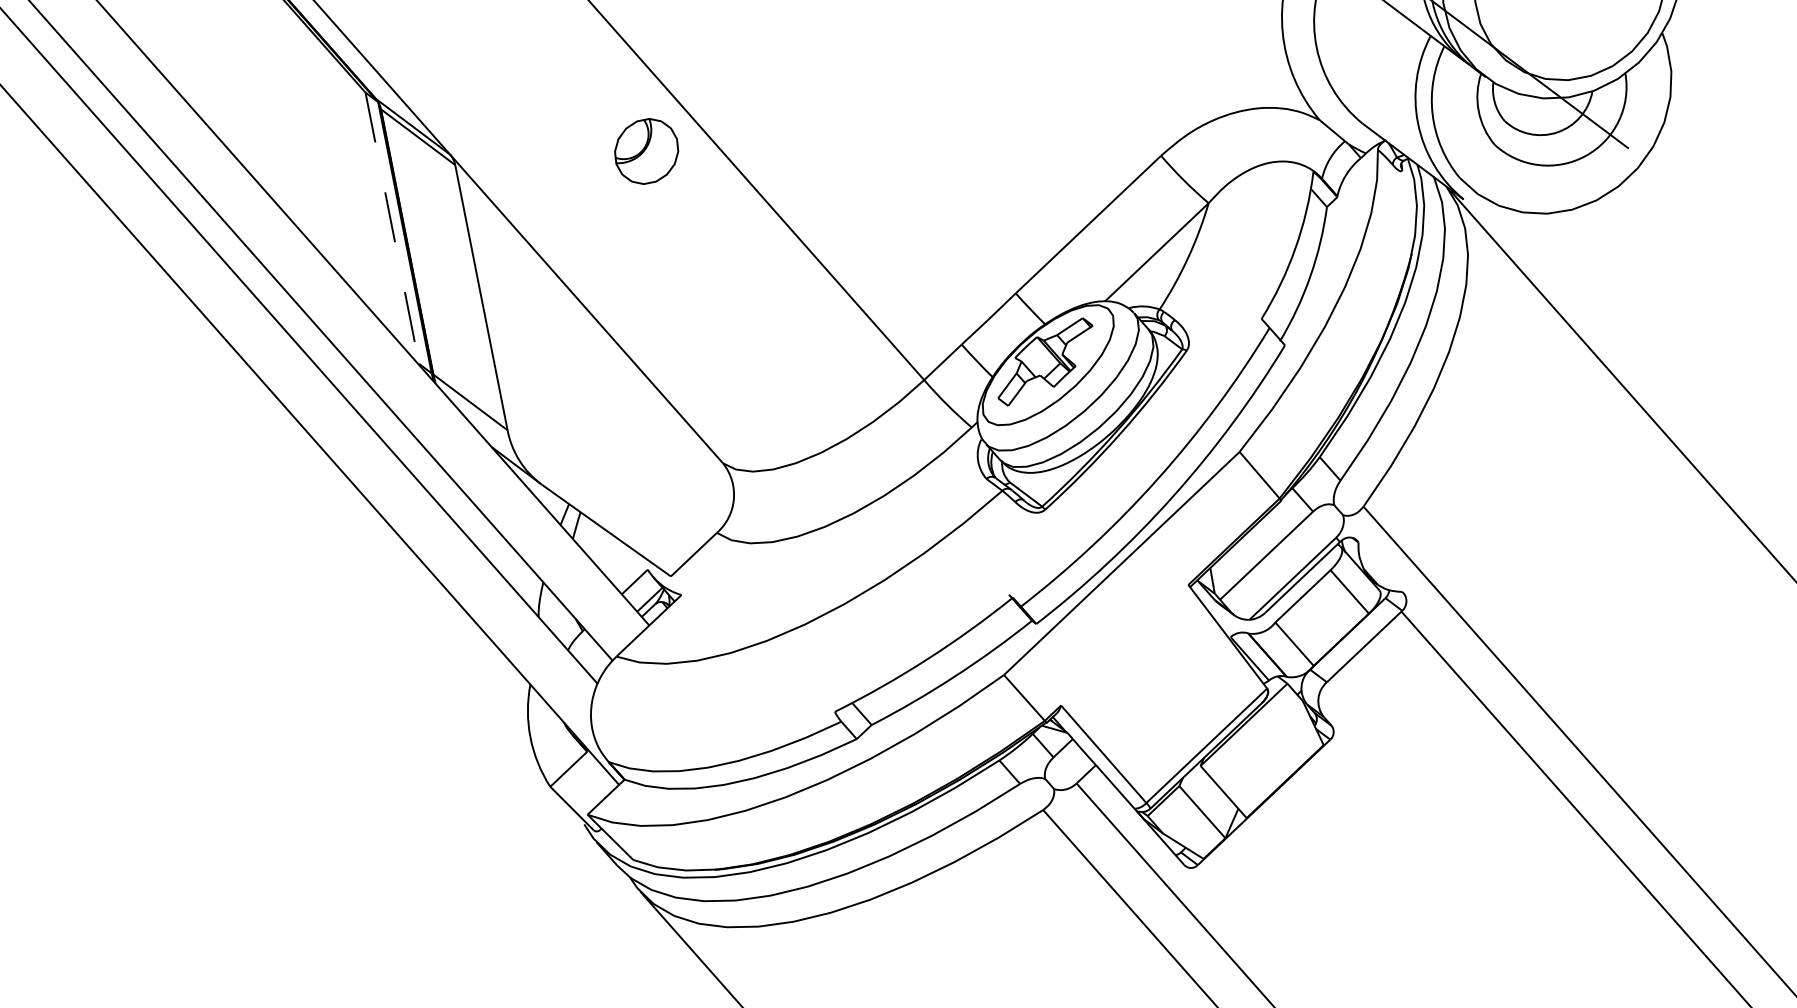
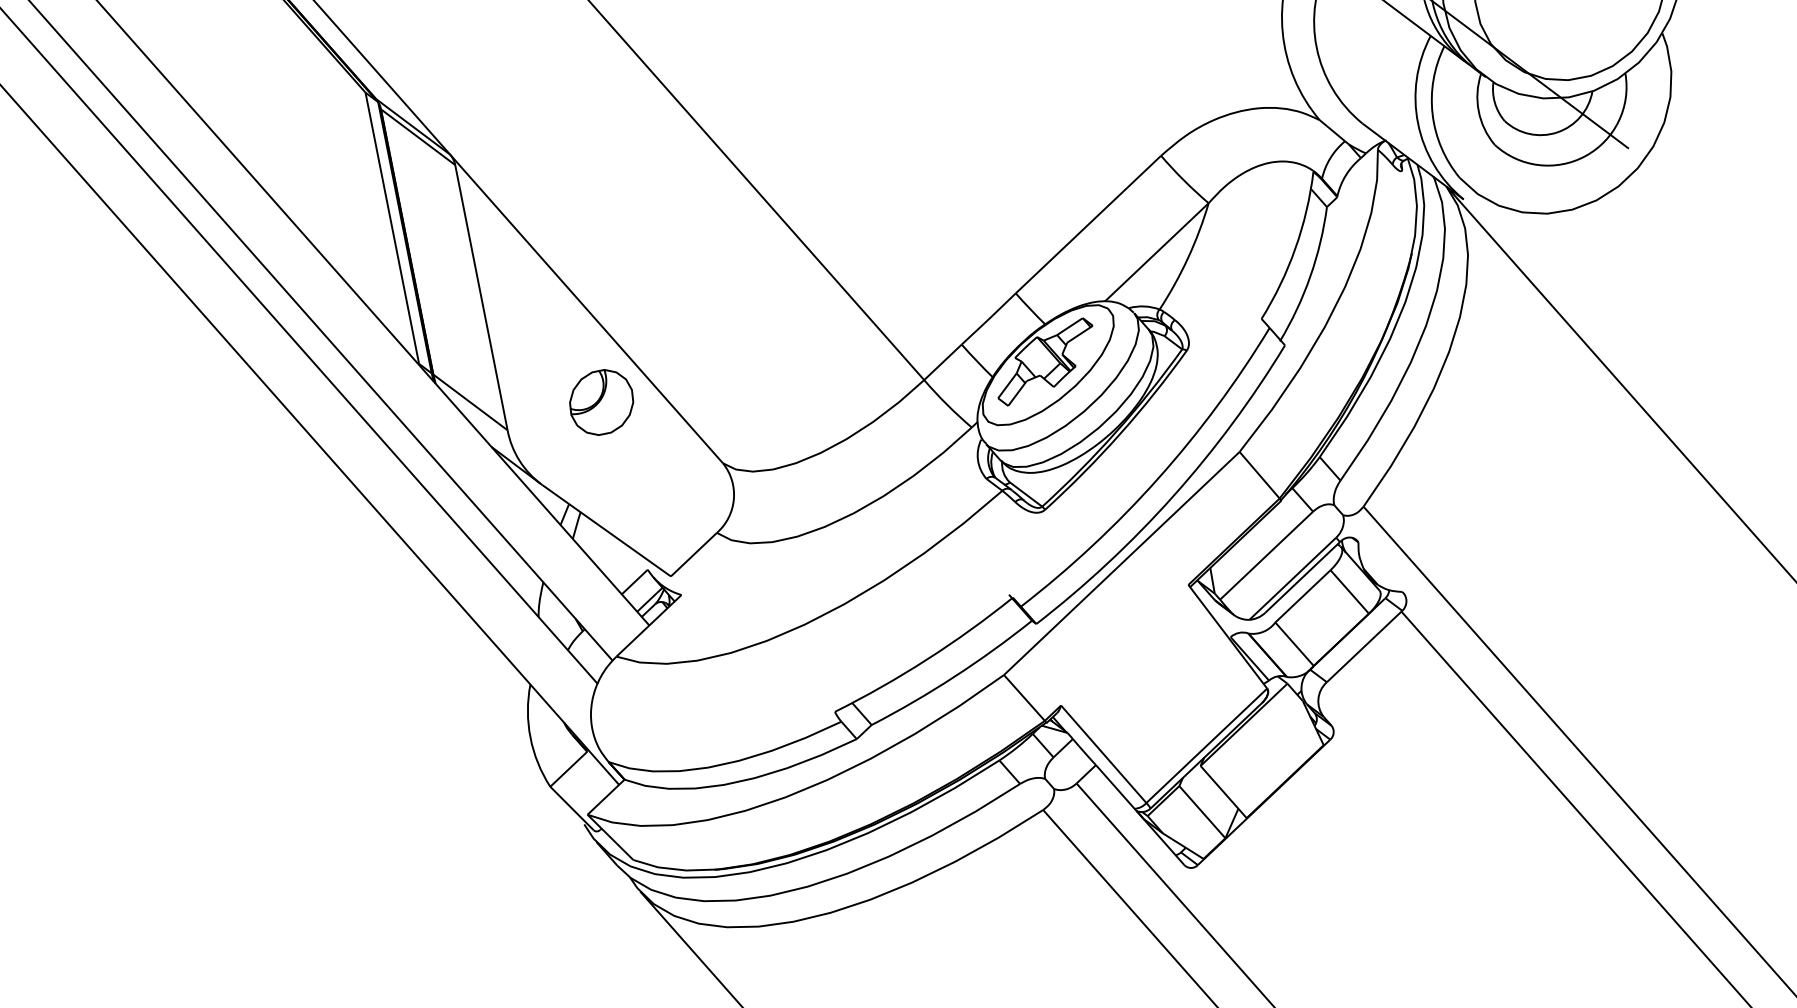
part at (646, 151) position: (646, 151) -> (601, 402)
line at (392, 228): dashed -> solid
